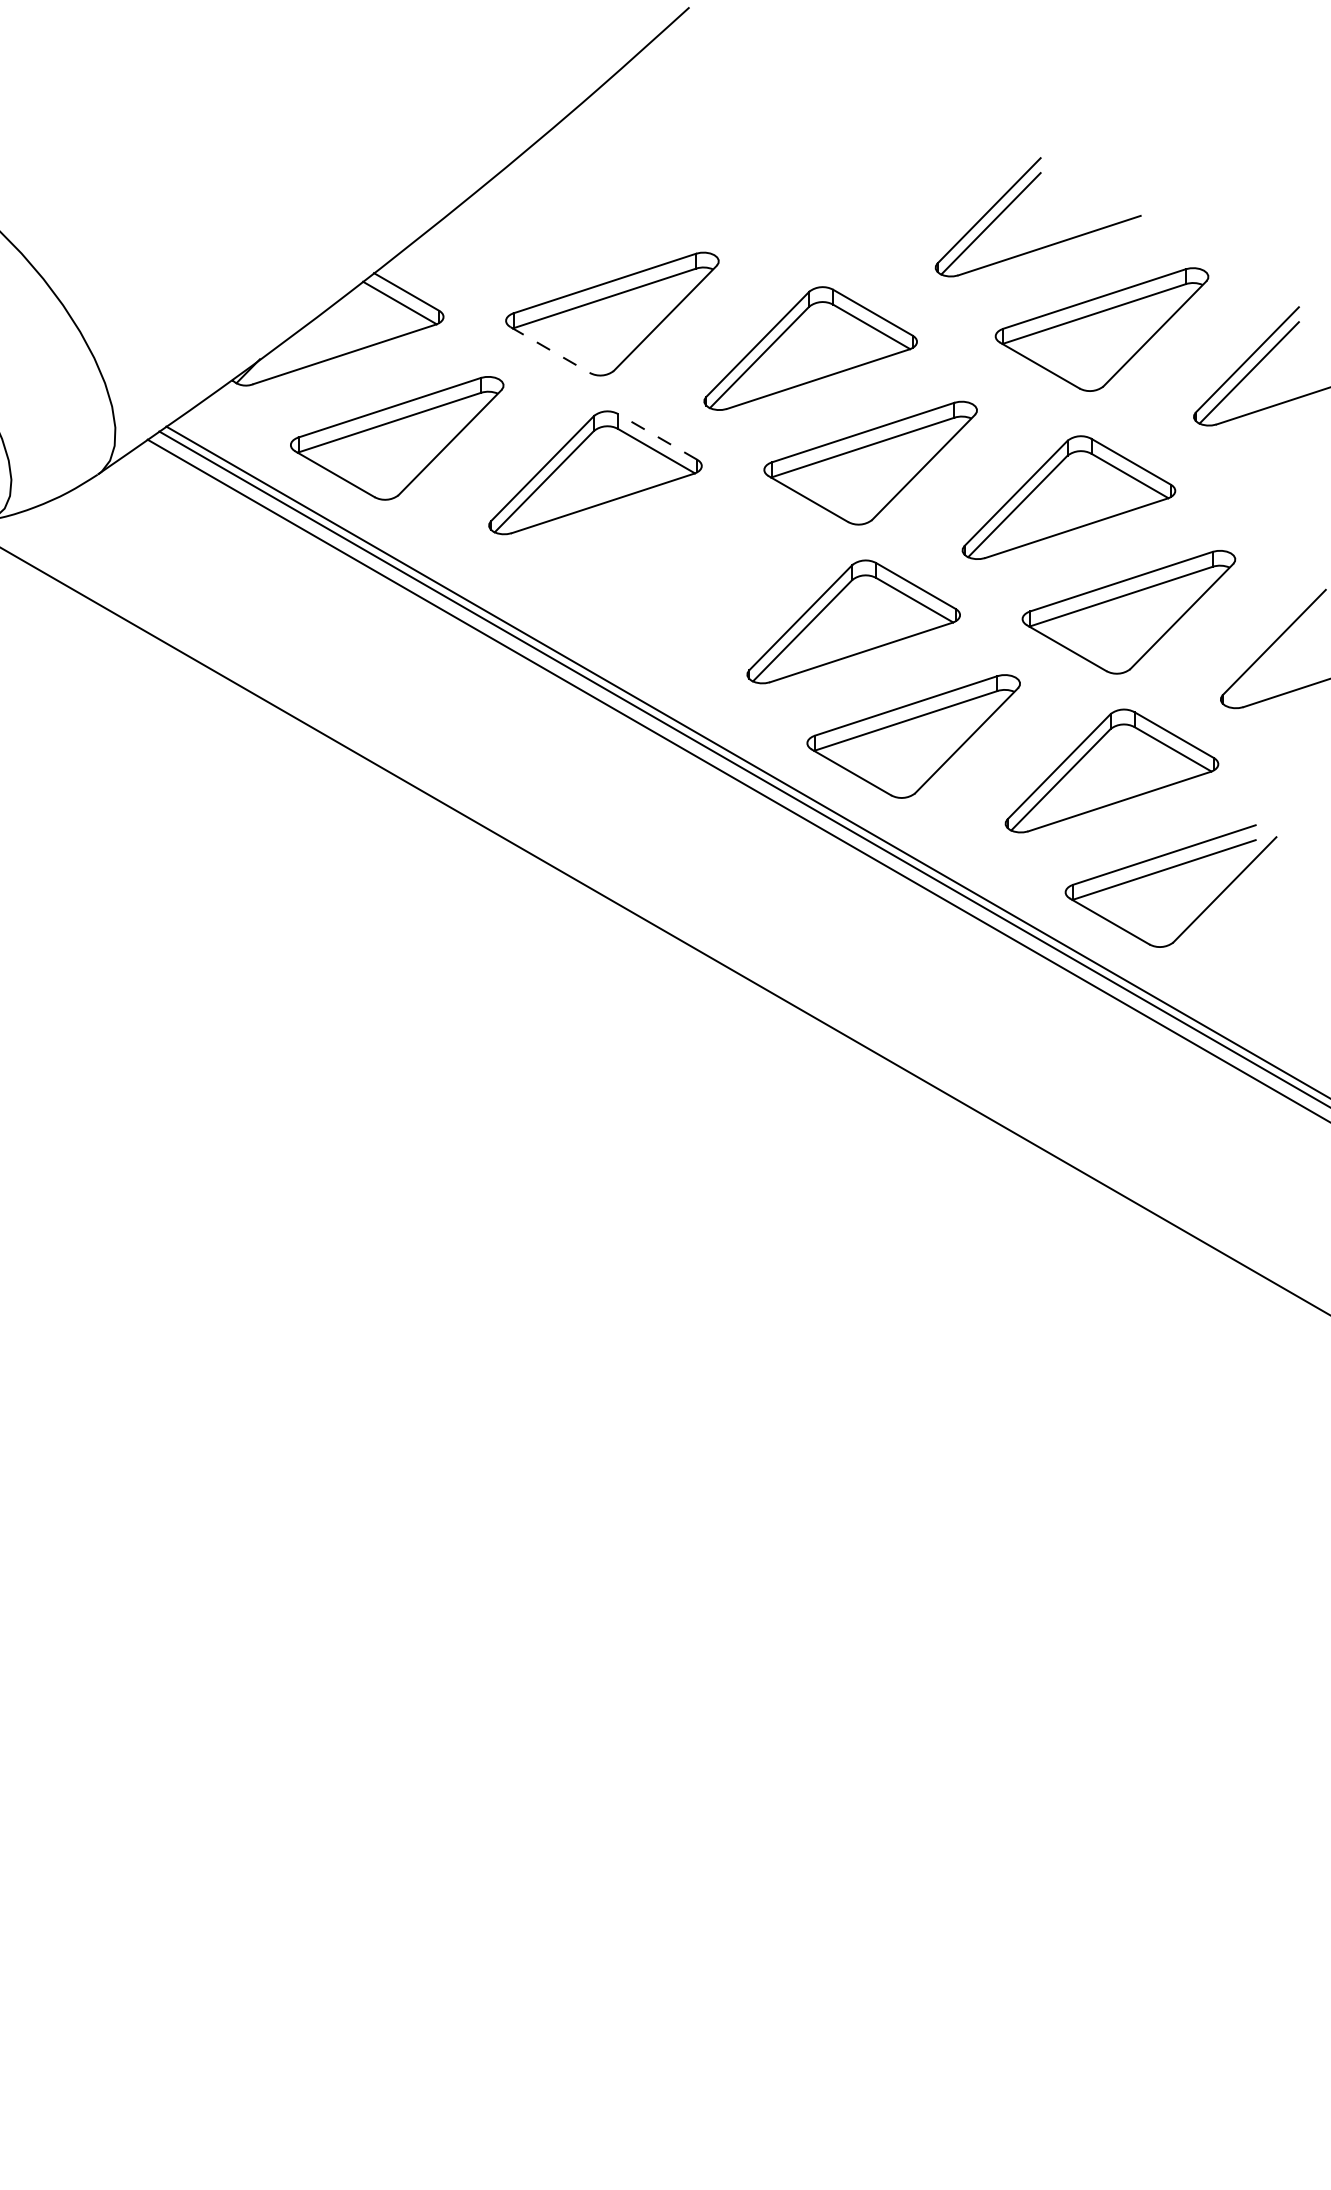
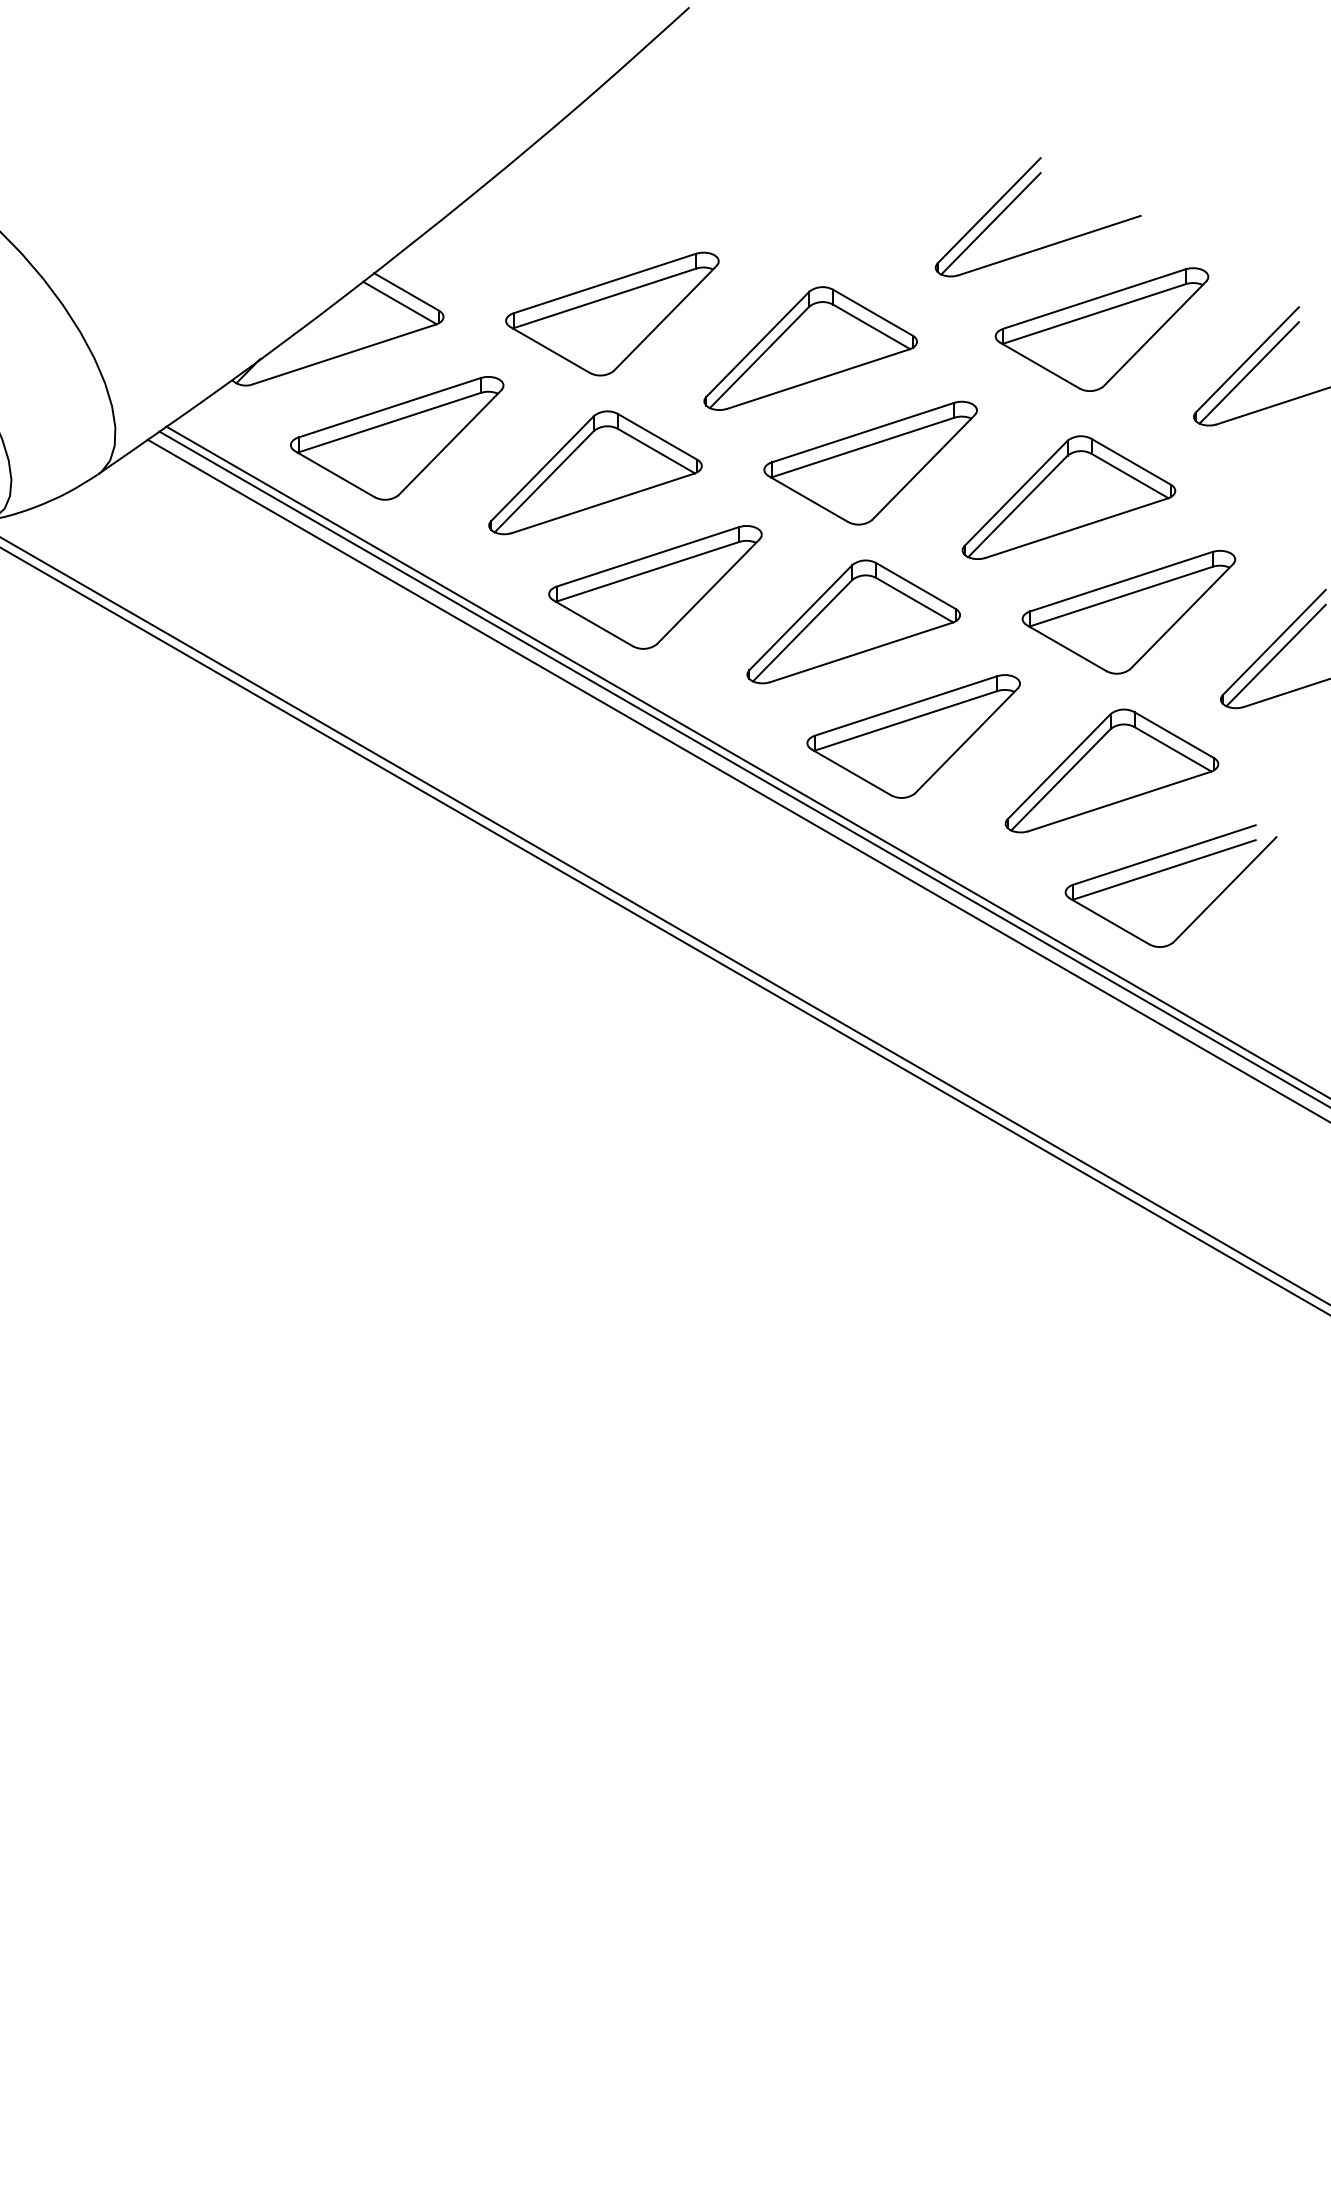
line at (550, 349): dashed -> solid
line at (657, 436): dashed -> solid
part at (655, 587): none -> present
line at (1275, 655): none -> present
line at (664, 920): none -> present
